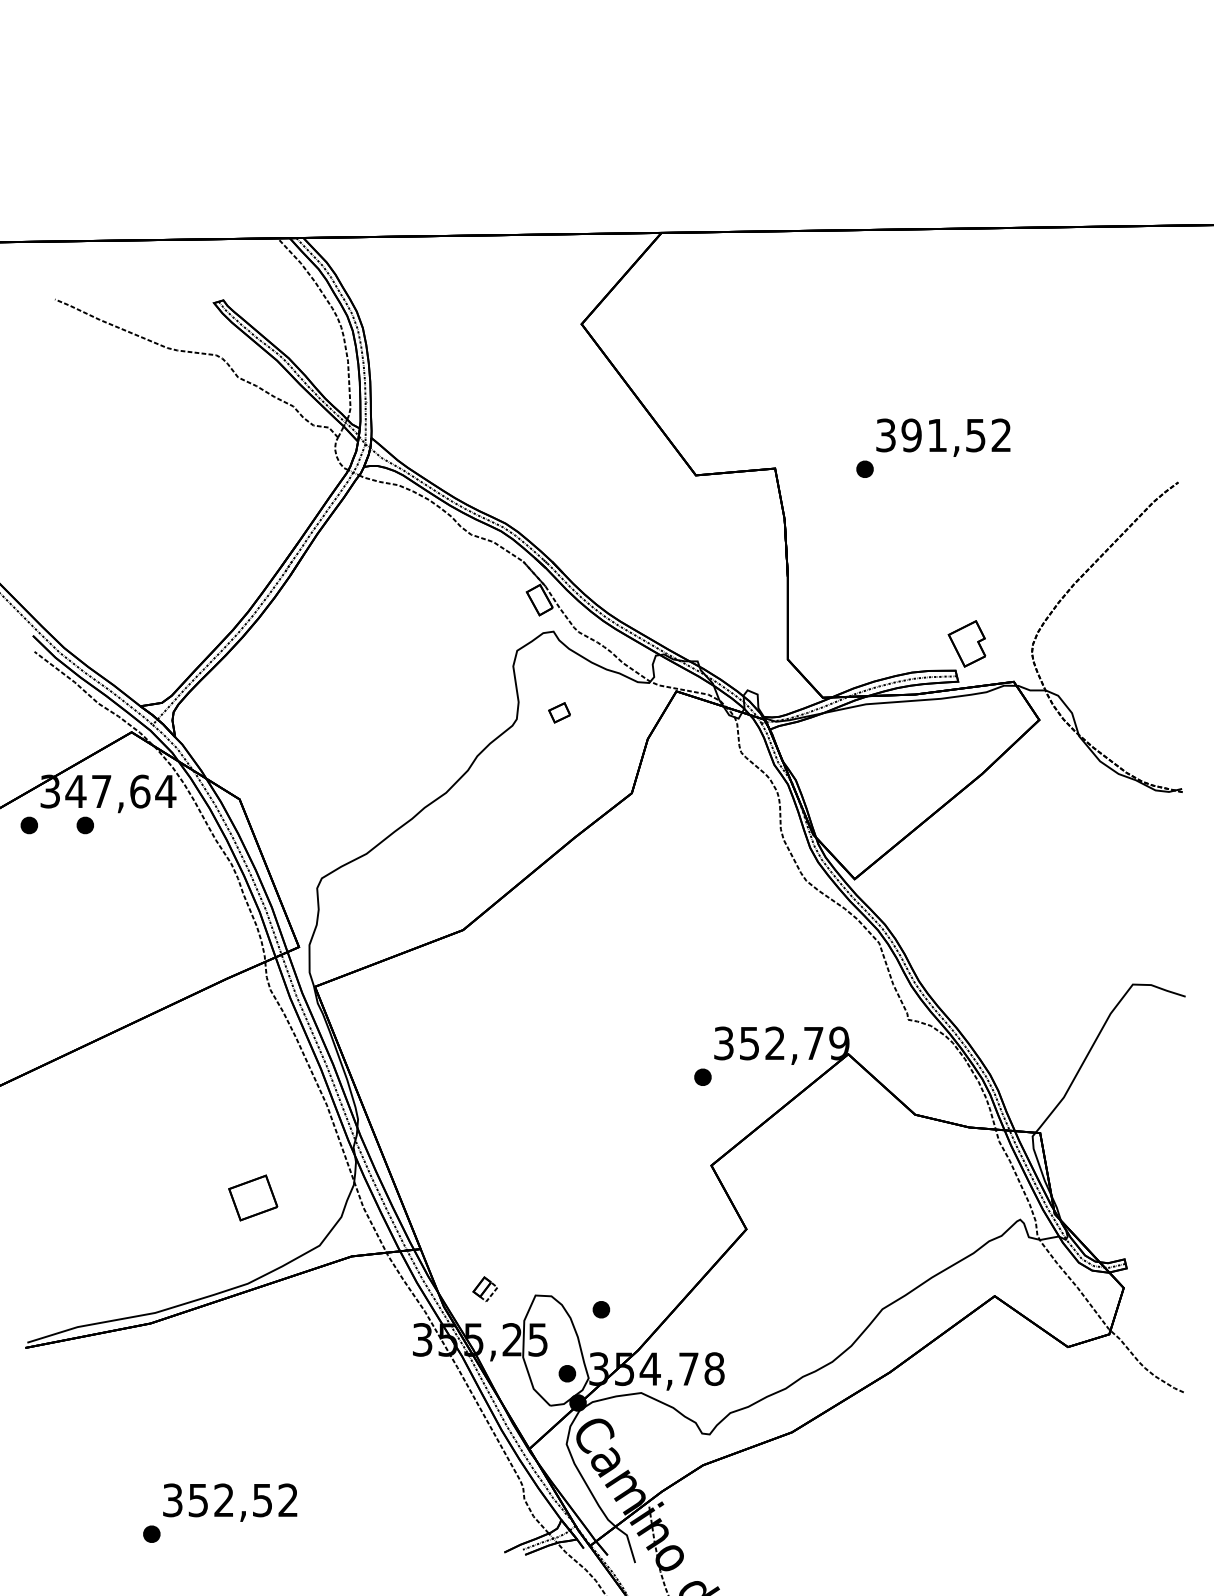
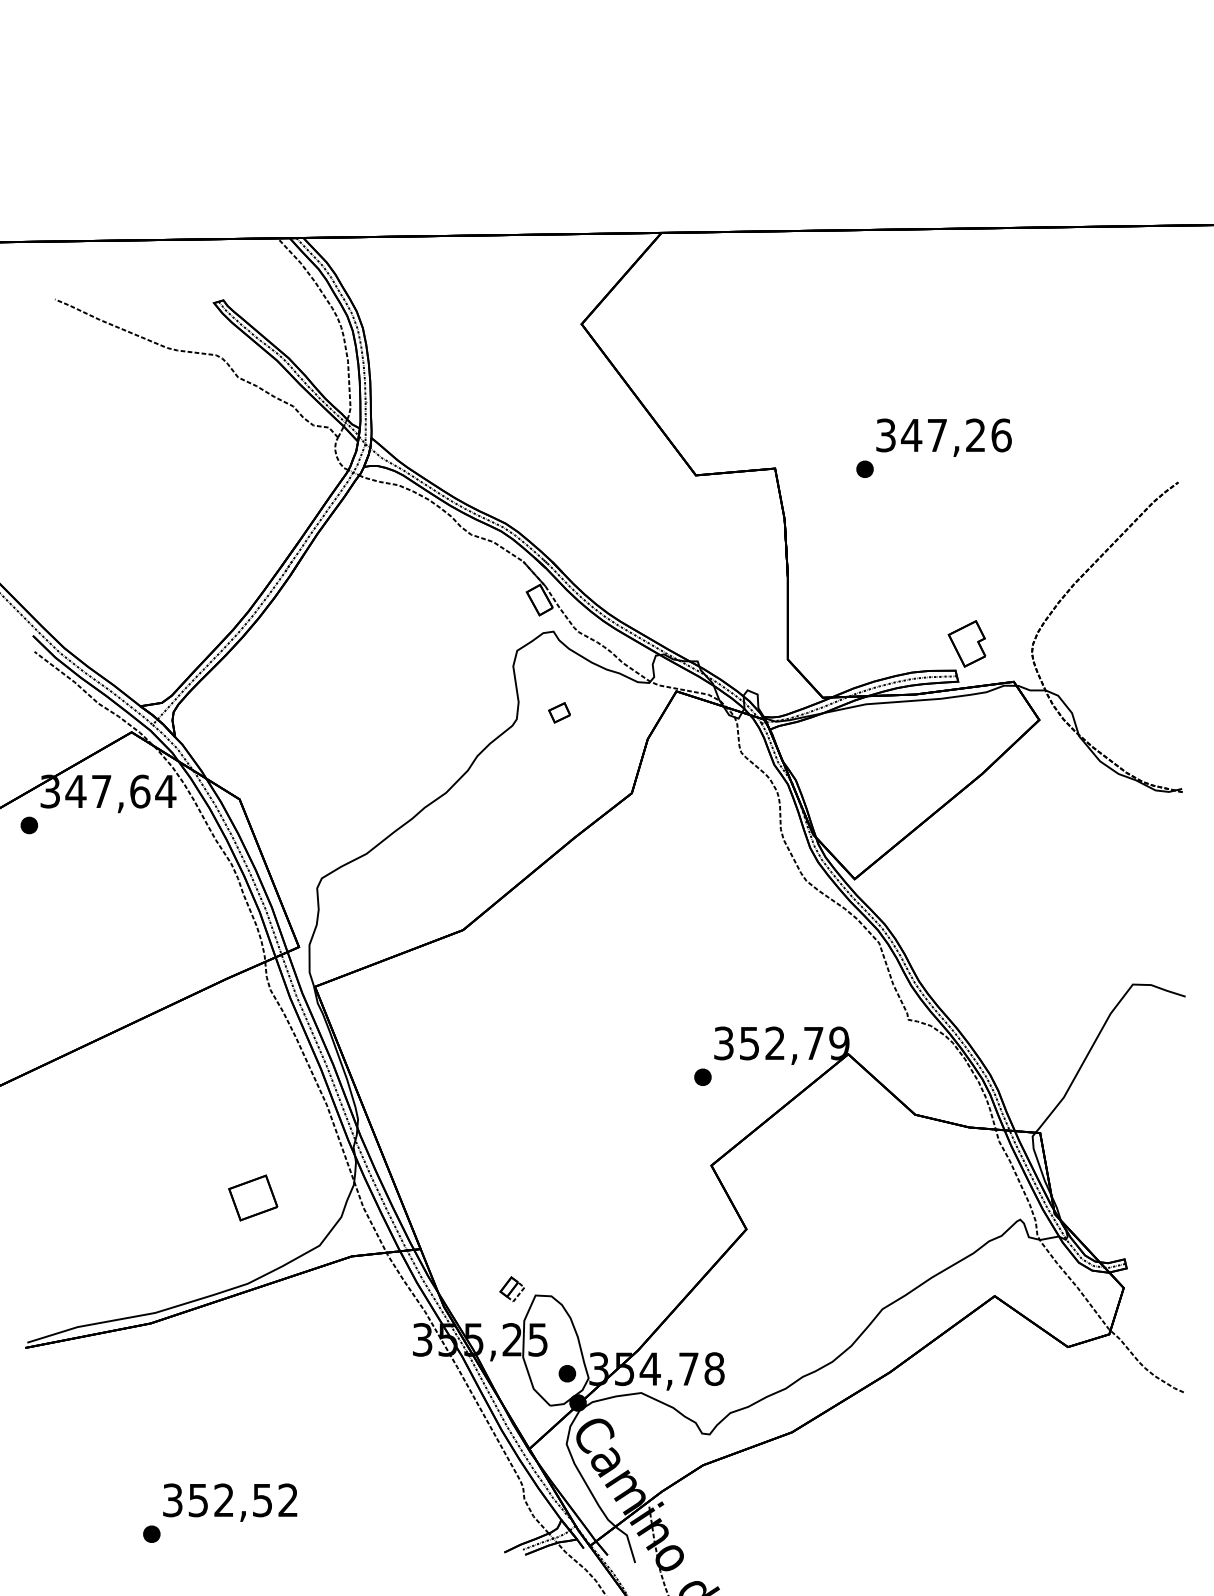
text at (956, 435): 391,52 -> 347,26
part at (84, 825): present -> none
part at (484, 1288) position: (484, 1288) -> (511, 1288)
part at (601, 1309): present -> none
